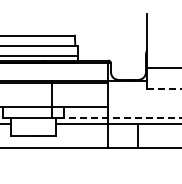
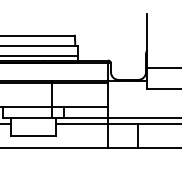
line at (164, 88): dashed -> solid
line at (116, 118): dashed -> solid
